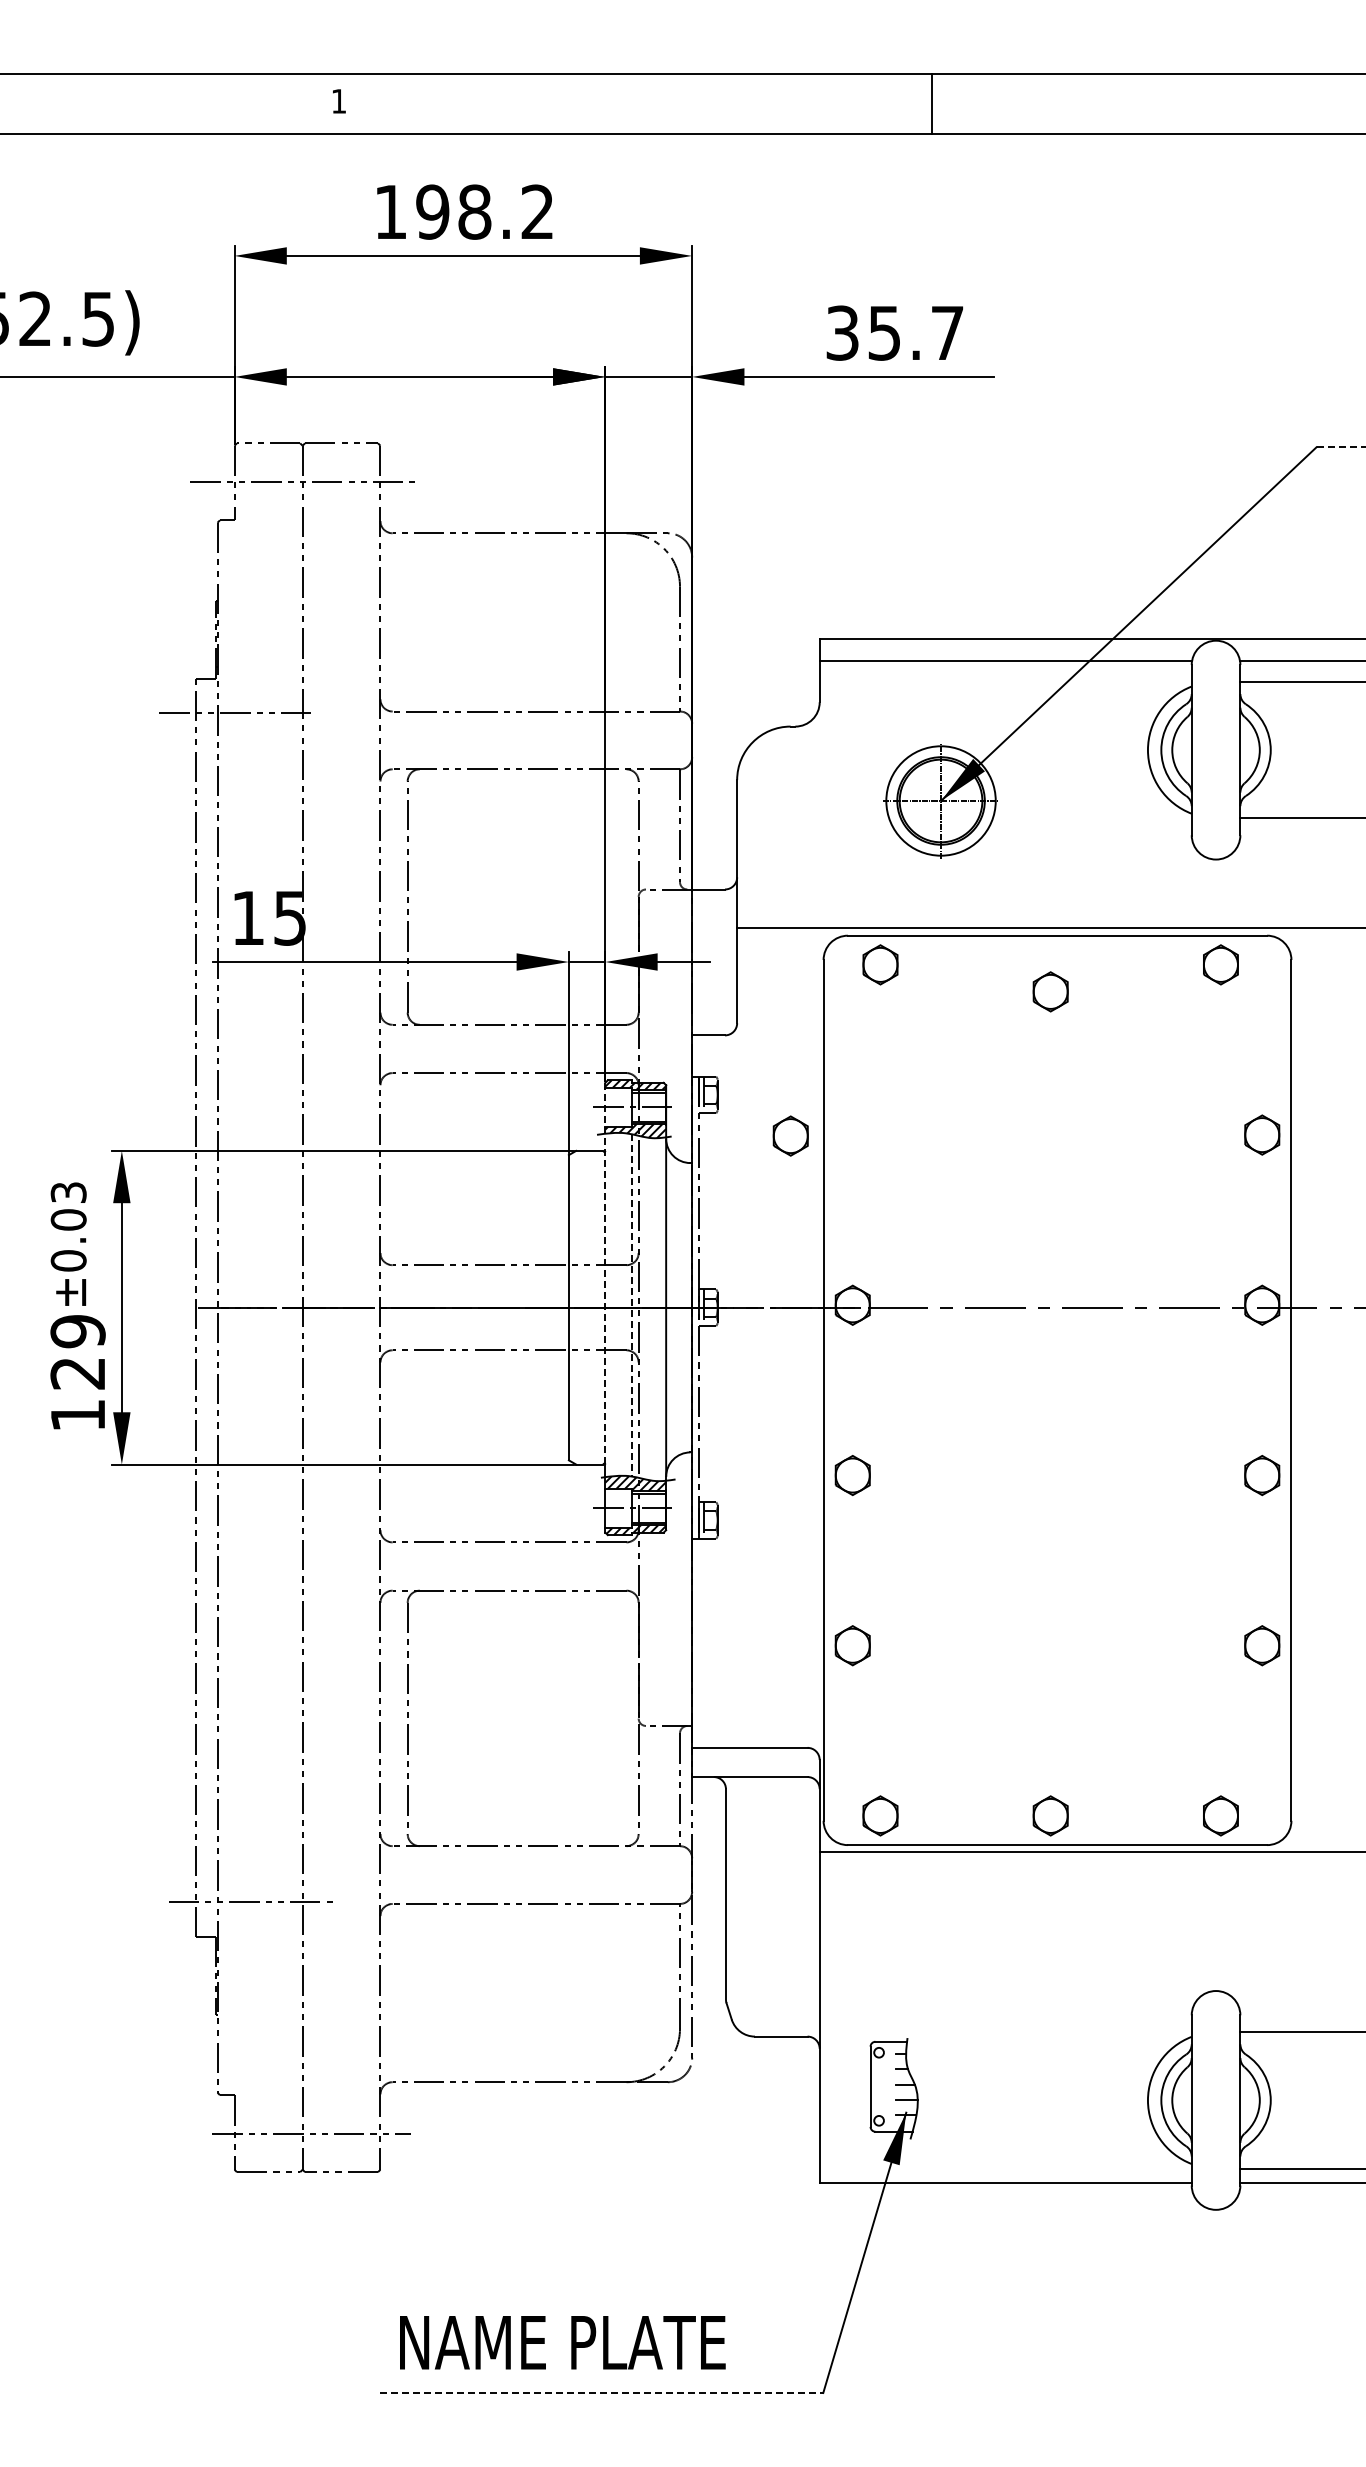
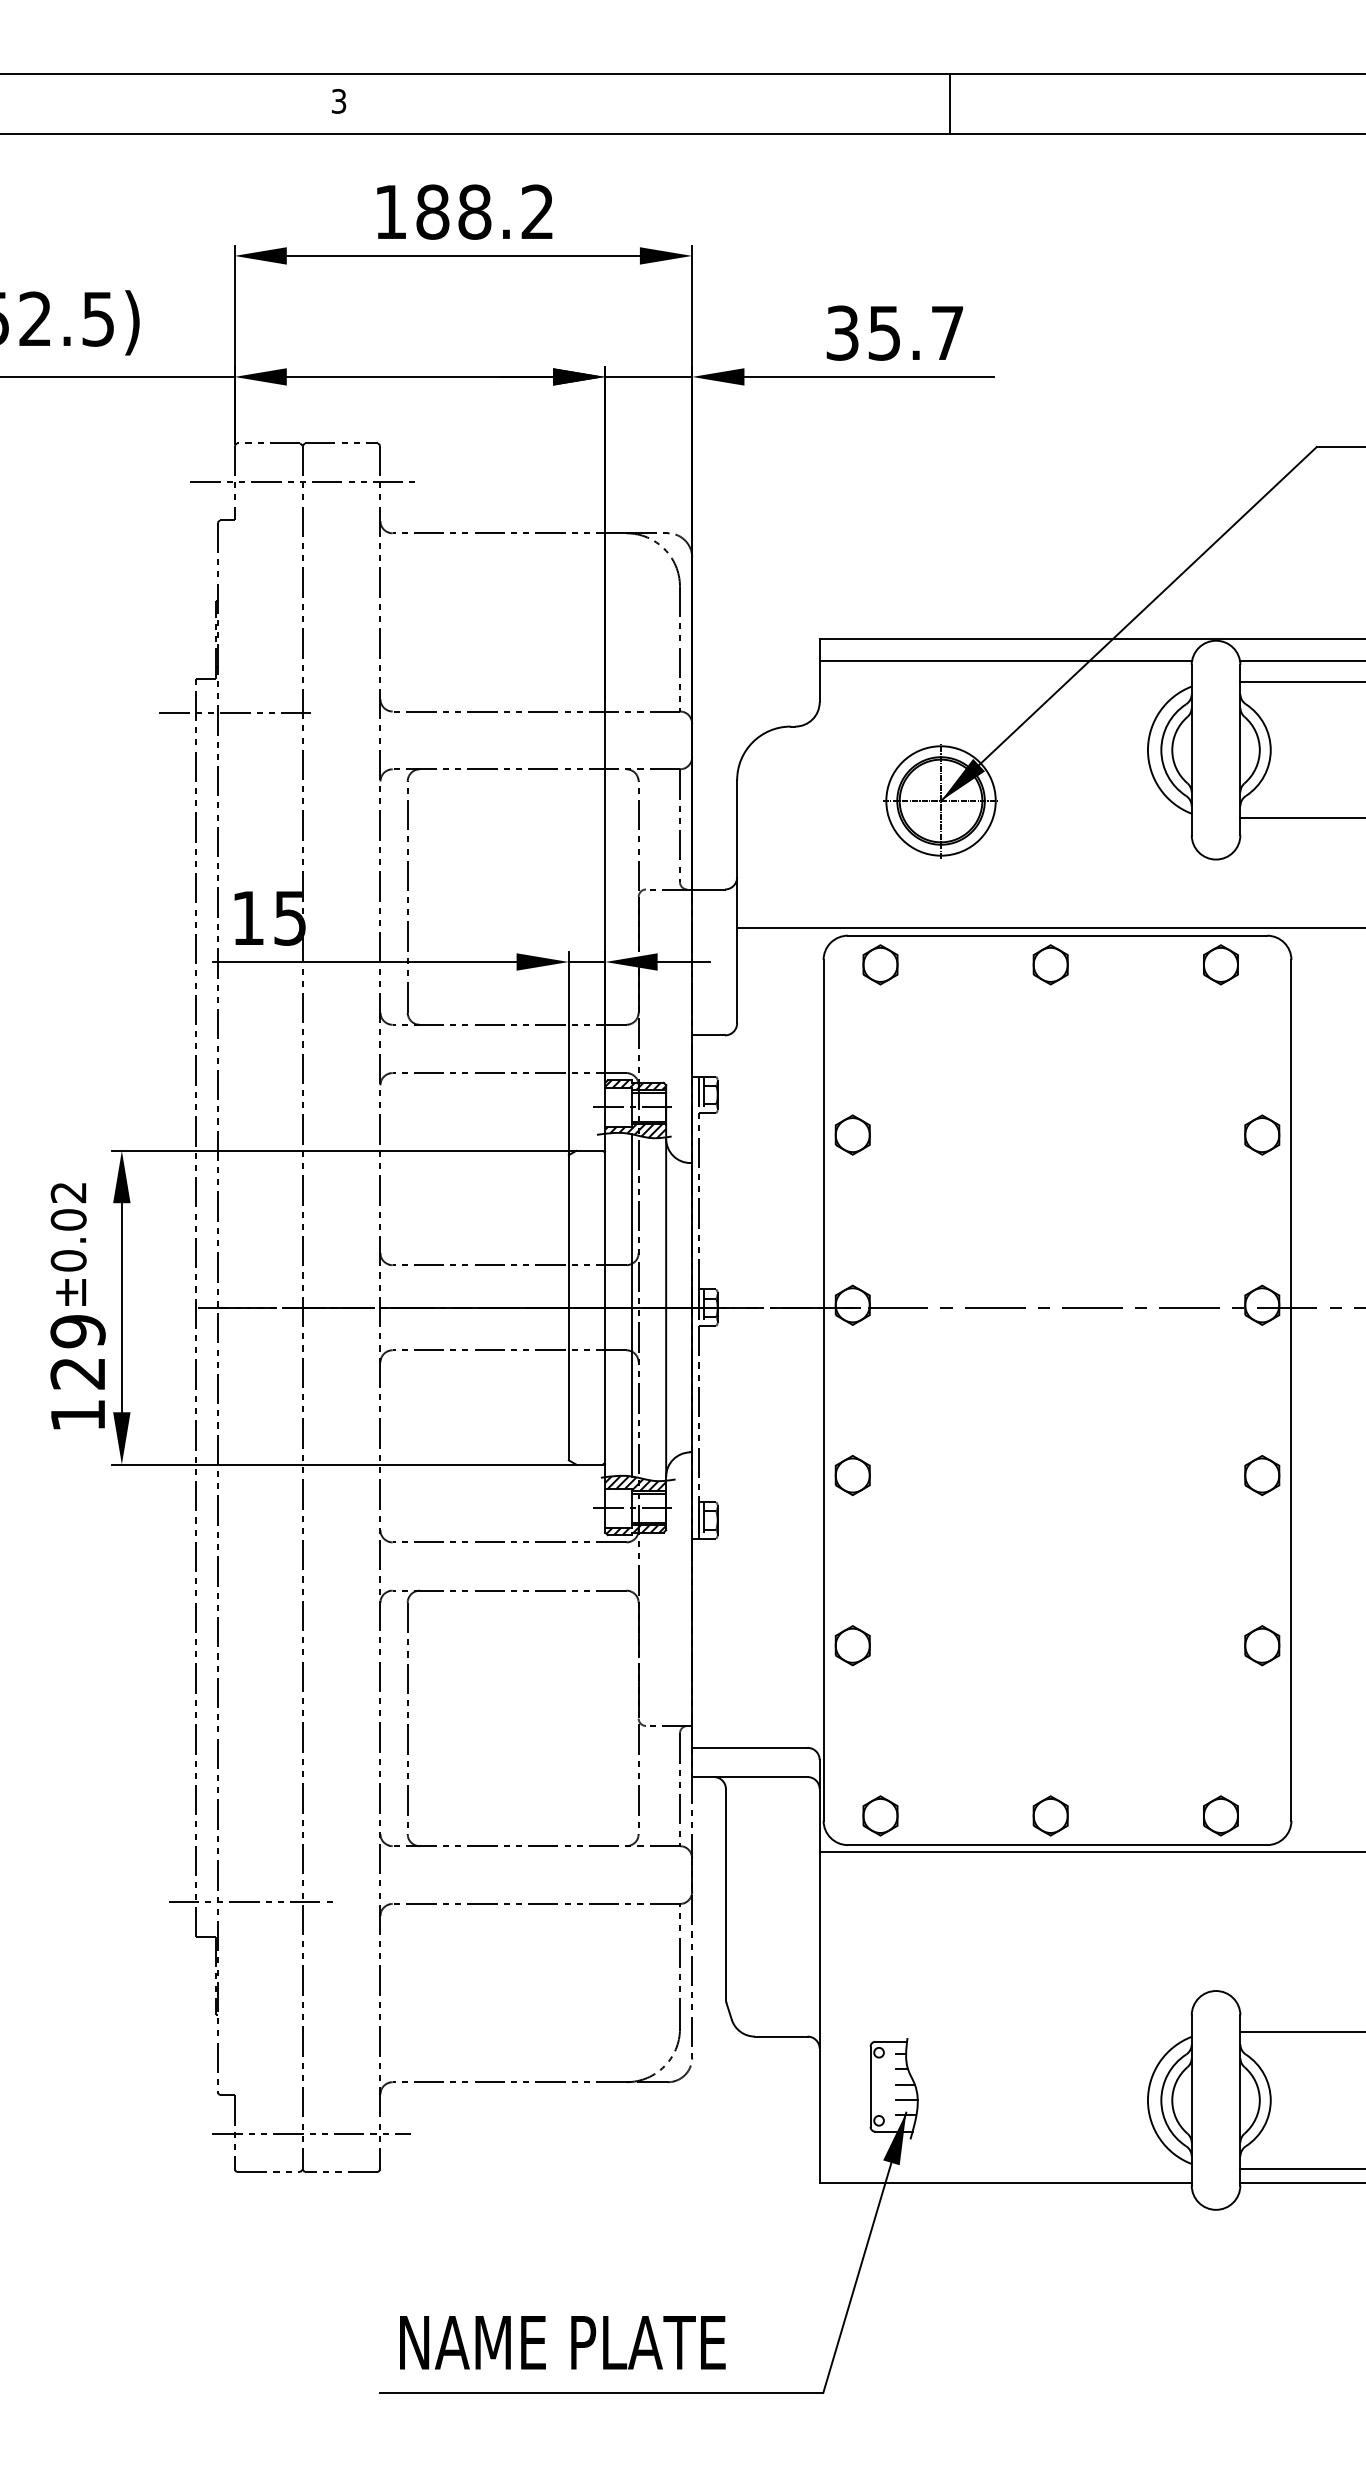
text at (339, 100): 1 -> 3
line at (931, 104) position: (931, 104) -> (949, 104)
text at (432, 211): 198.2 -> 188.2
line at (1341, 447): dashed -> solid
part at (1050, 991) position: (1050, 991) -> (1050, 964)
part at (790, 1135) position: (790, 1135) -> (852, 1134)
text at (68, 1192): ±0.03 -> ±0.02
line at (605, 1274): dashed -> solid
line at (632, 1305): dashed -> solid
line at (601, 2392): dashed -> solid
